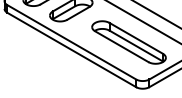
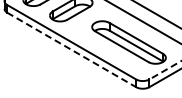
line at (71, 49): solid -> dashed
line at (165, 70): solid -> dashed
